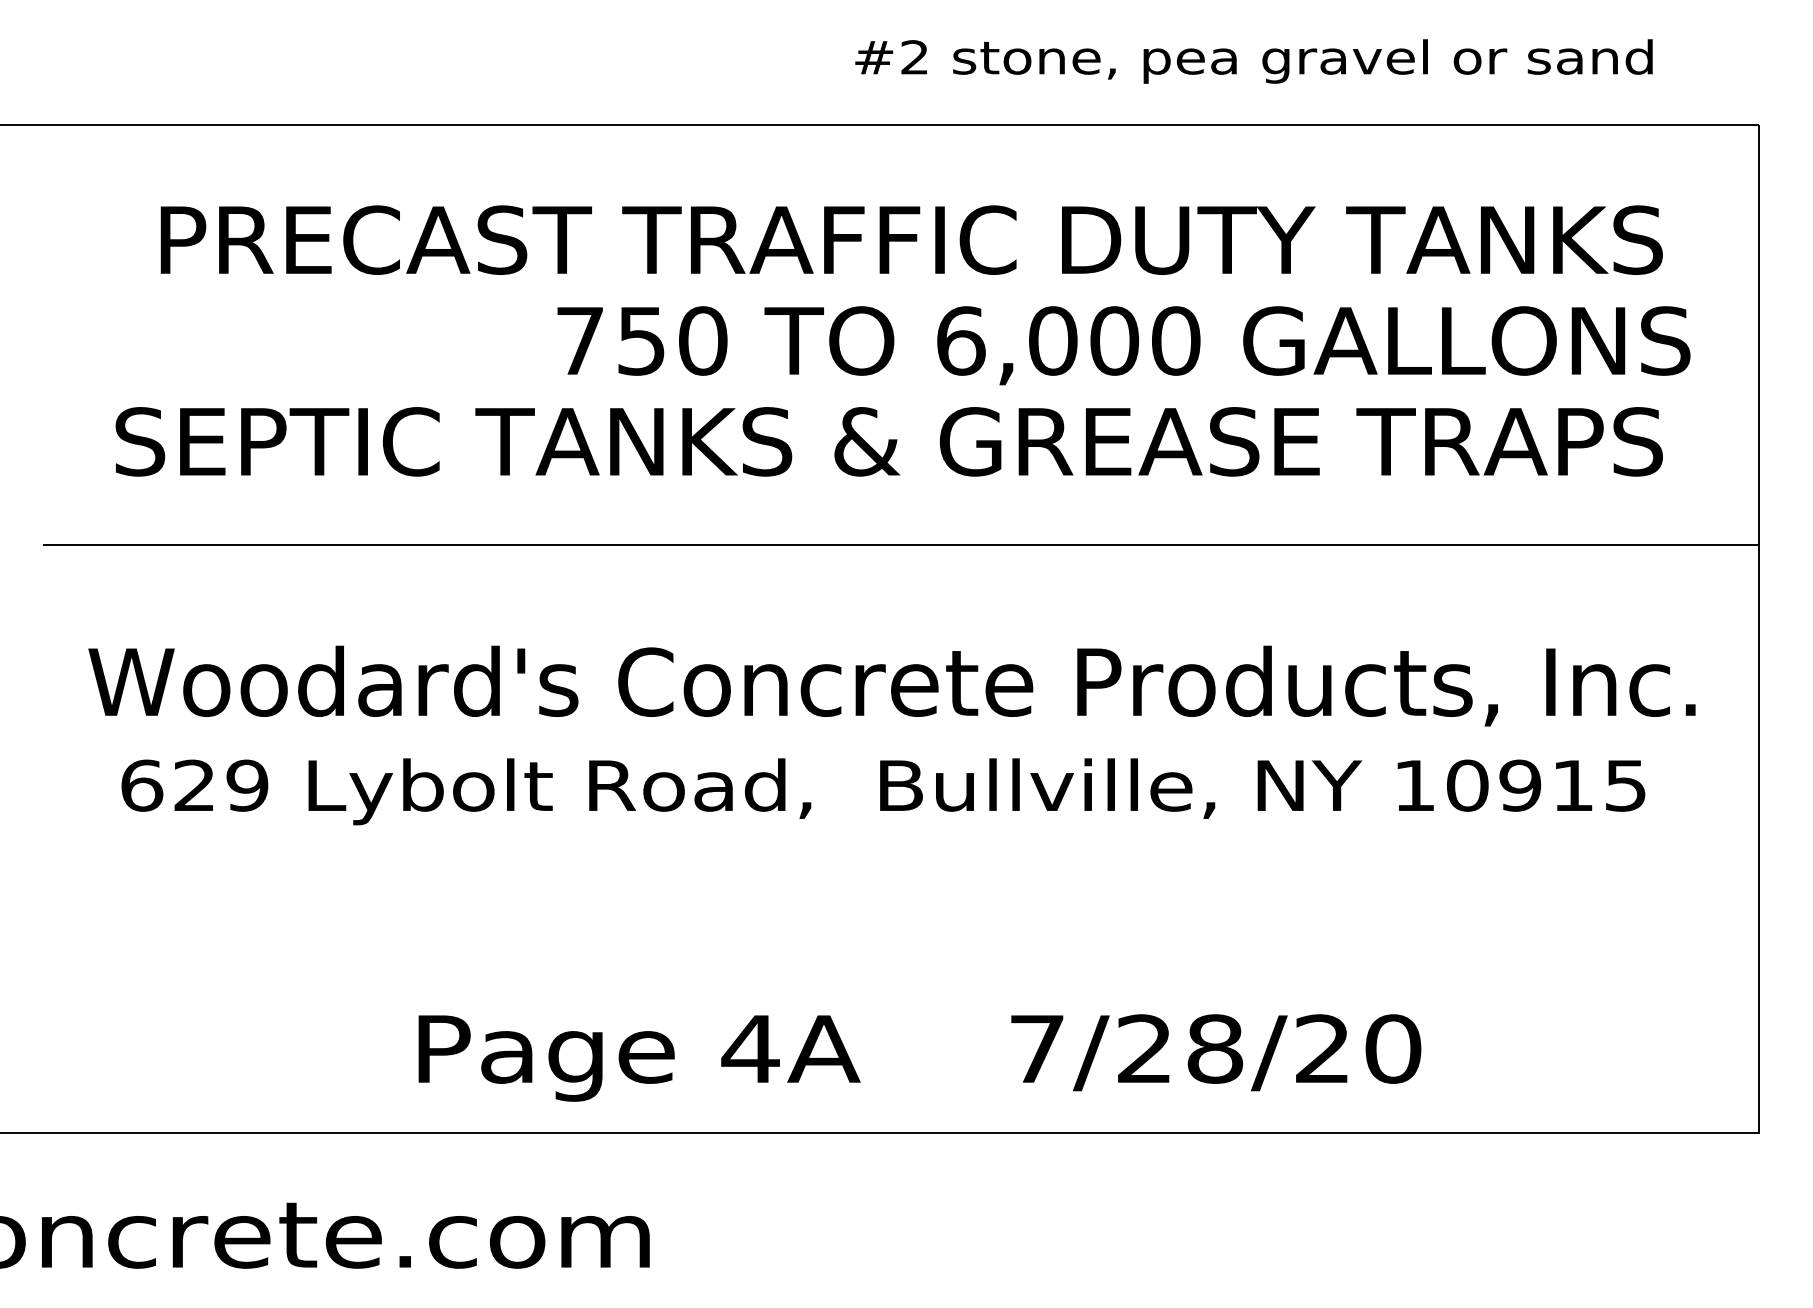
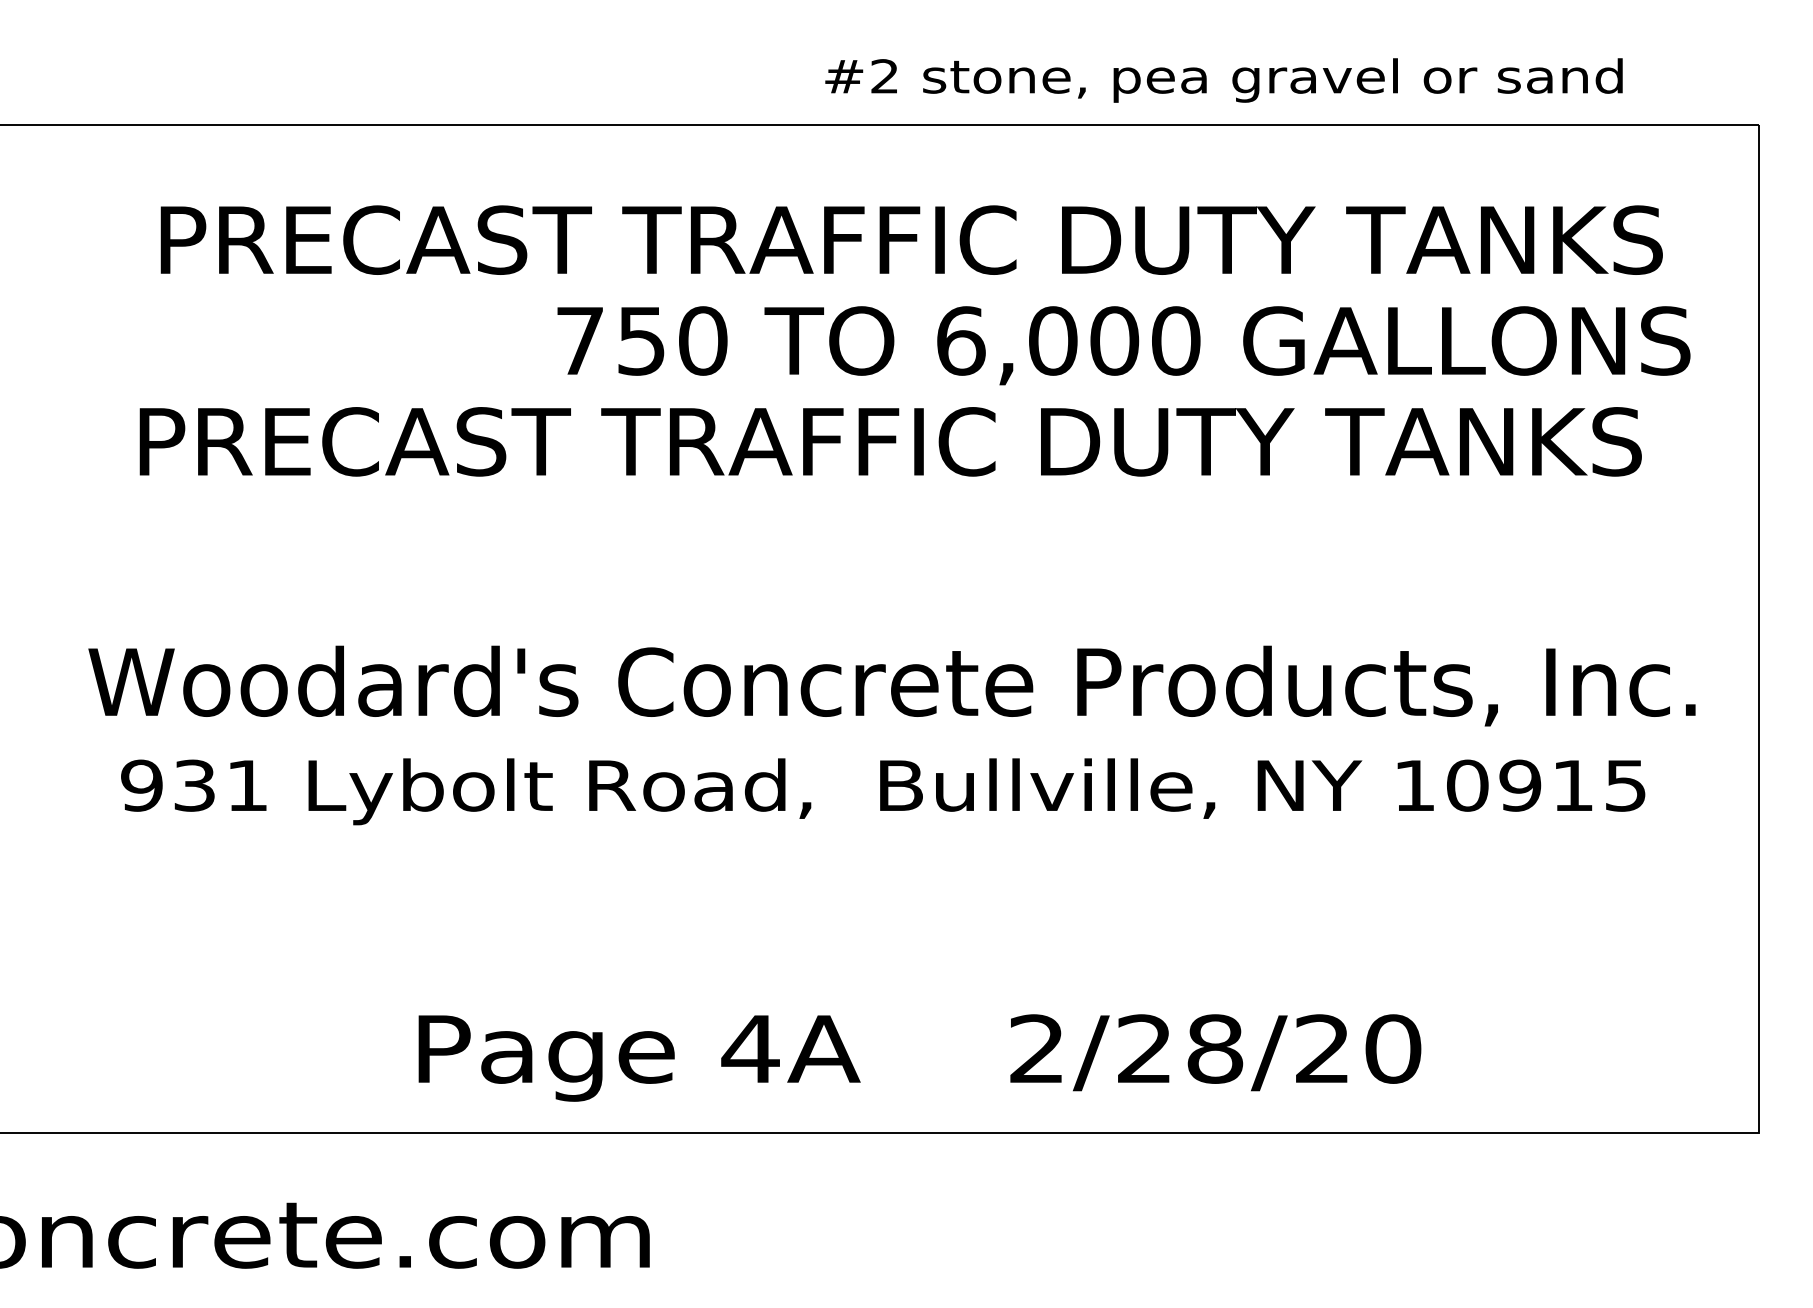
text at (1253, 61) position: (1253, 61) -> (1223, 80)
text at (888, 441): SEPTIC TANKS & GREASE TRAPS -> PRECAST TRAFFIC DUTY TANKS
line at (901, 544): present -> none
text at (194, 785): 629 -> 931
text at (1036, 1048): 7/28/20 -> 2/28/20
